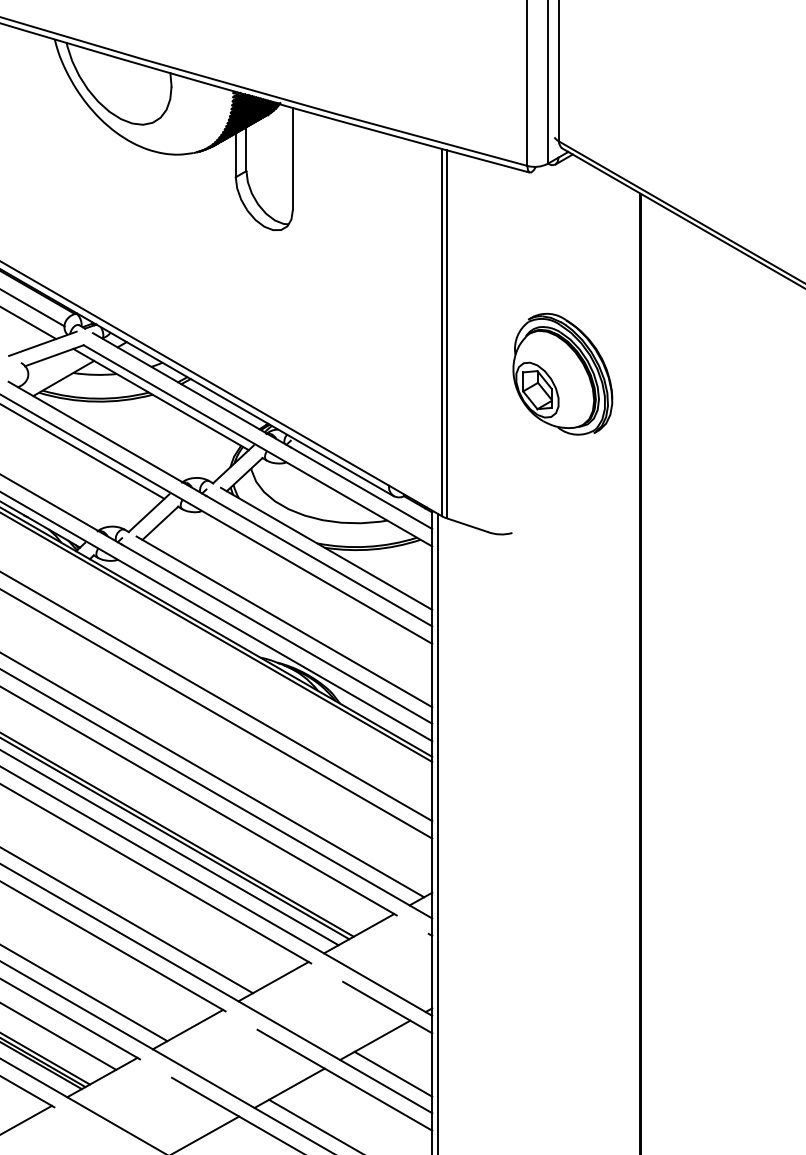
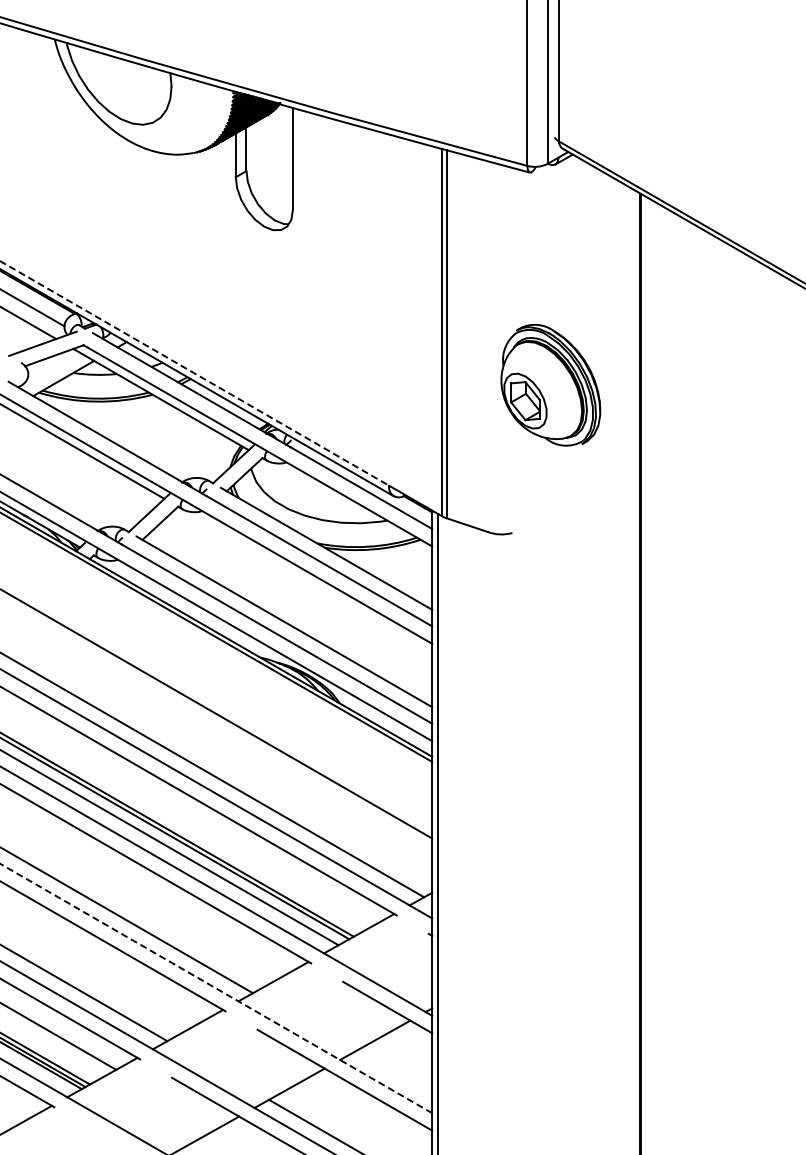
line at (195, 373): solid -> dashed
part at (562, 373) position: (562, 373) -> (550, 384)
line at (217, 696): present -> none
line at (216, 988): solid -> dashed
line at (393, 1073): present -> none
